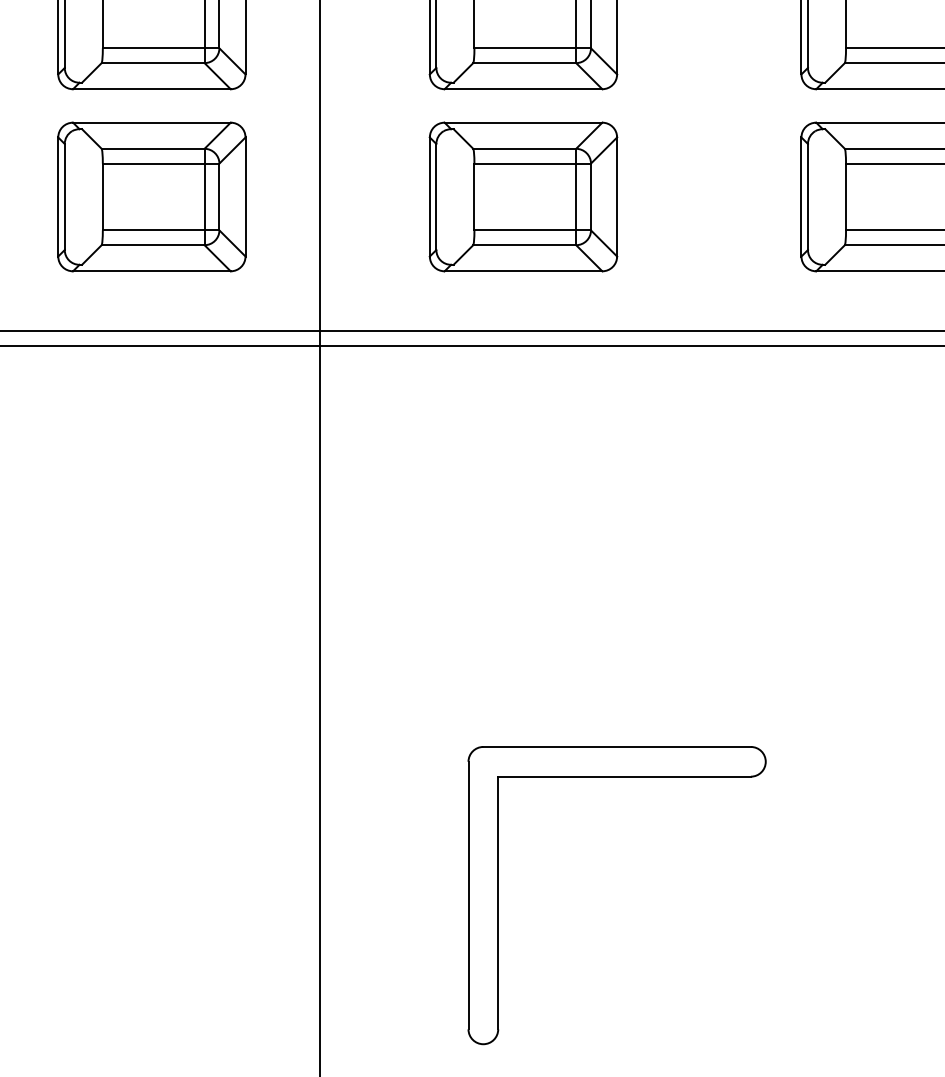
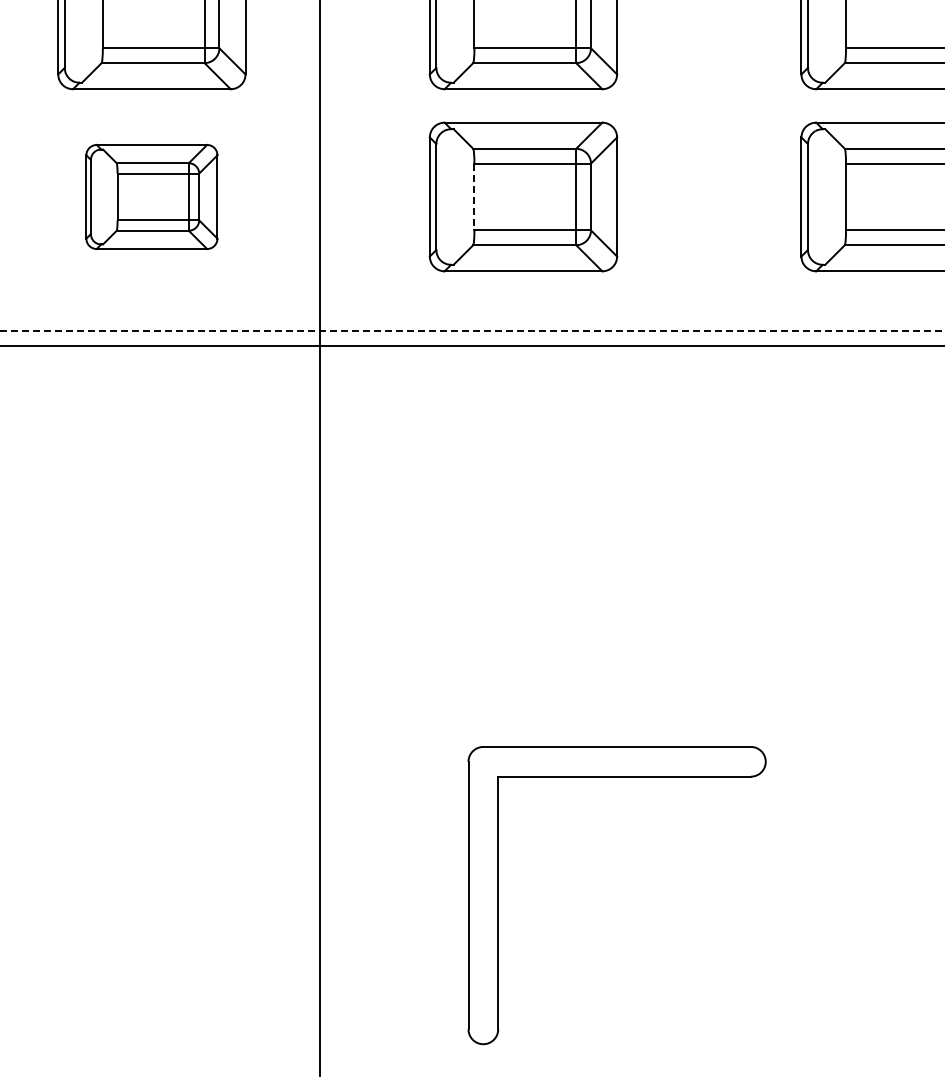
part at (151, 196) size: 190x152 px -> 134x108 px
line at (474, 197): solid -> dashed
line at (472, 330): solid -> dashed
